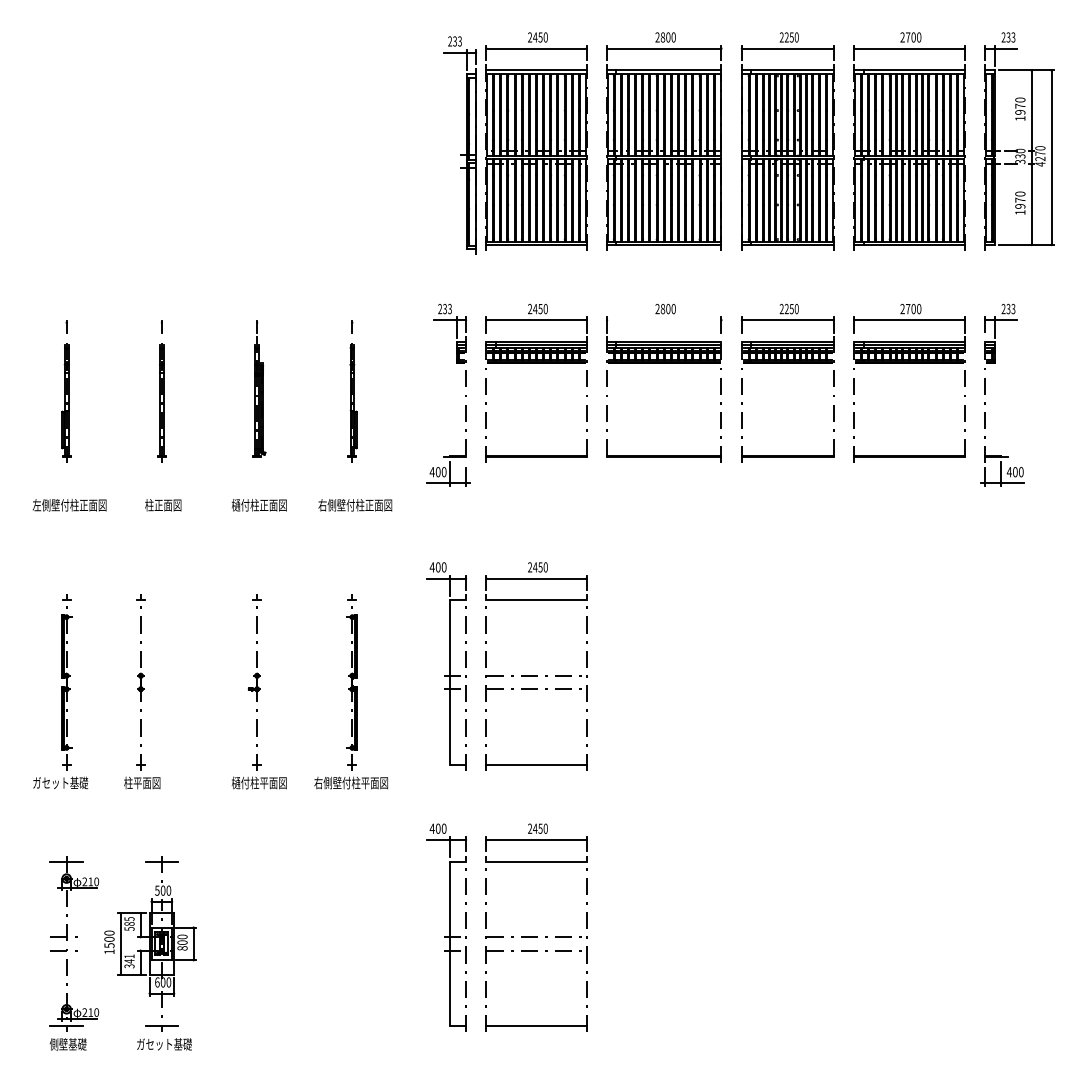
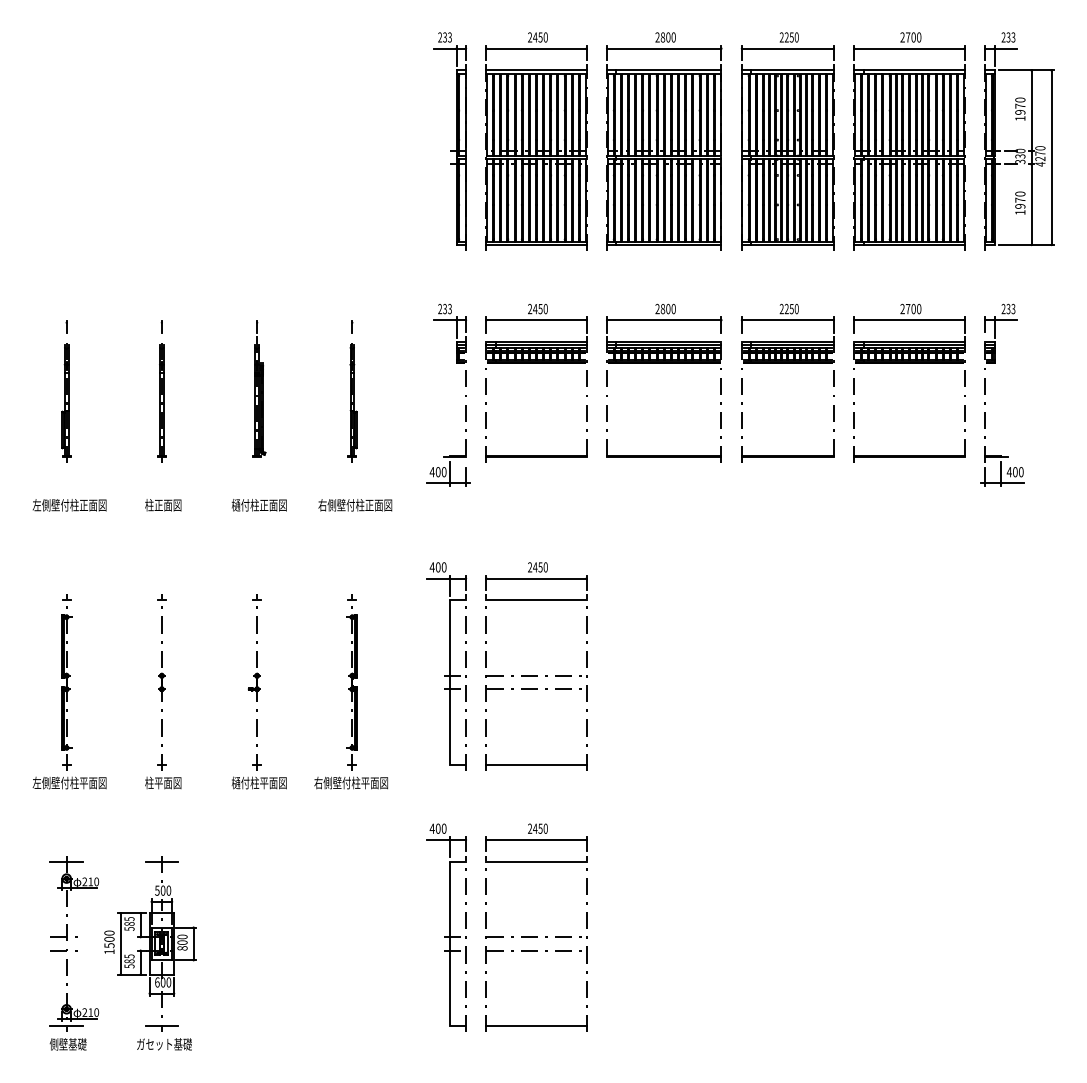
part at (460, 145) position: (460, 145) -> (450, 141)
line at (664, 320): none -> present
part at (142, 691) position: (142, 691) -> (163, 691)
text at (69, 782): ガセット基礎 -> 左側壁付柱平面図
text at (129, 961): 341 -> 585
